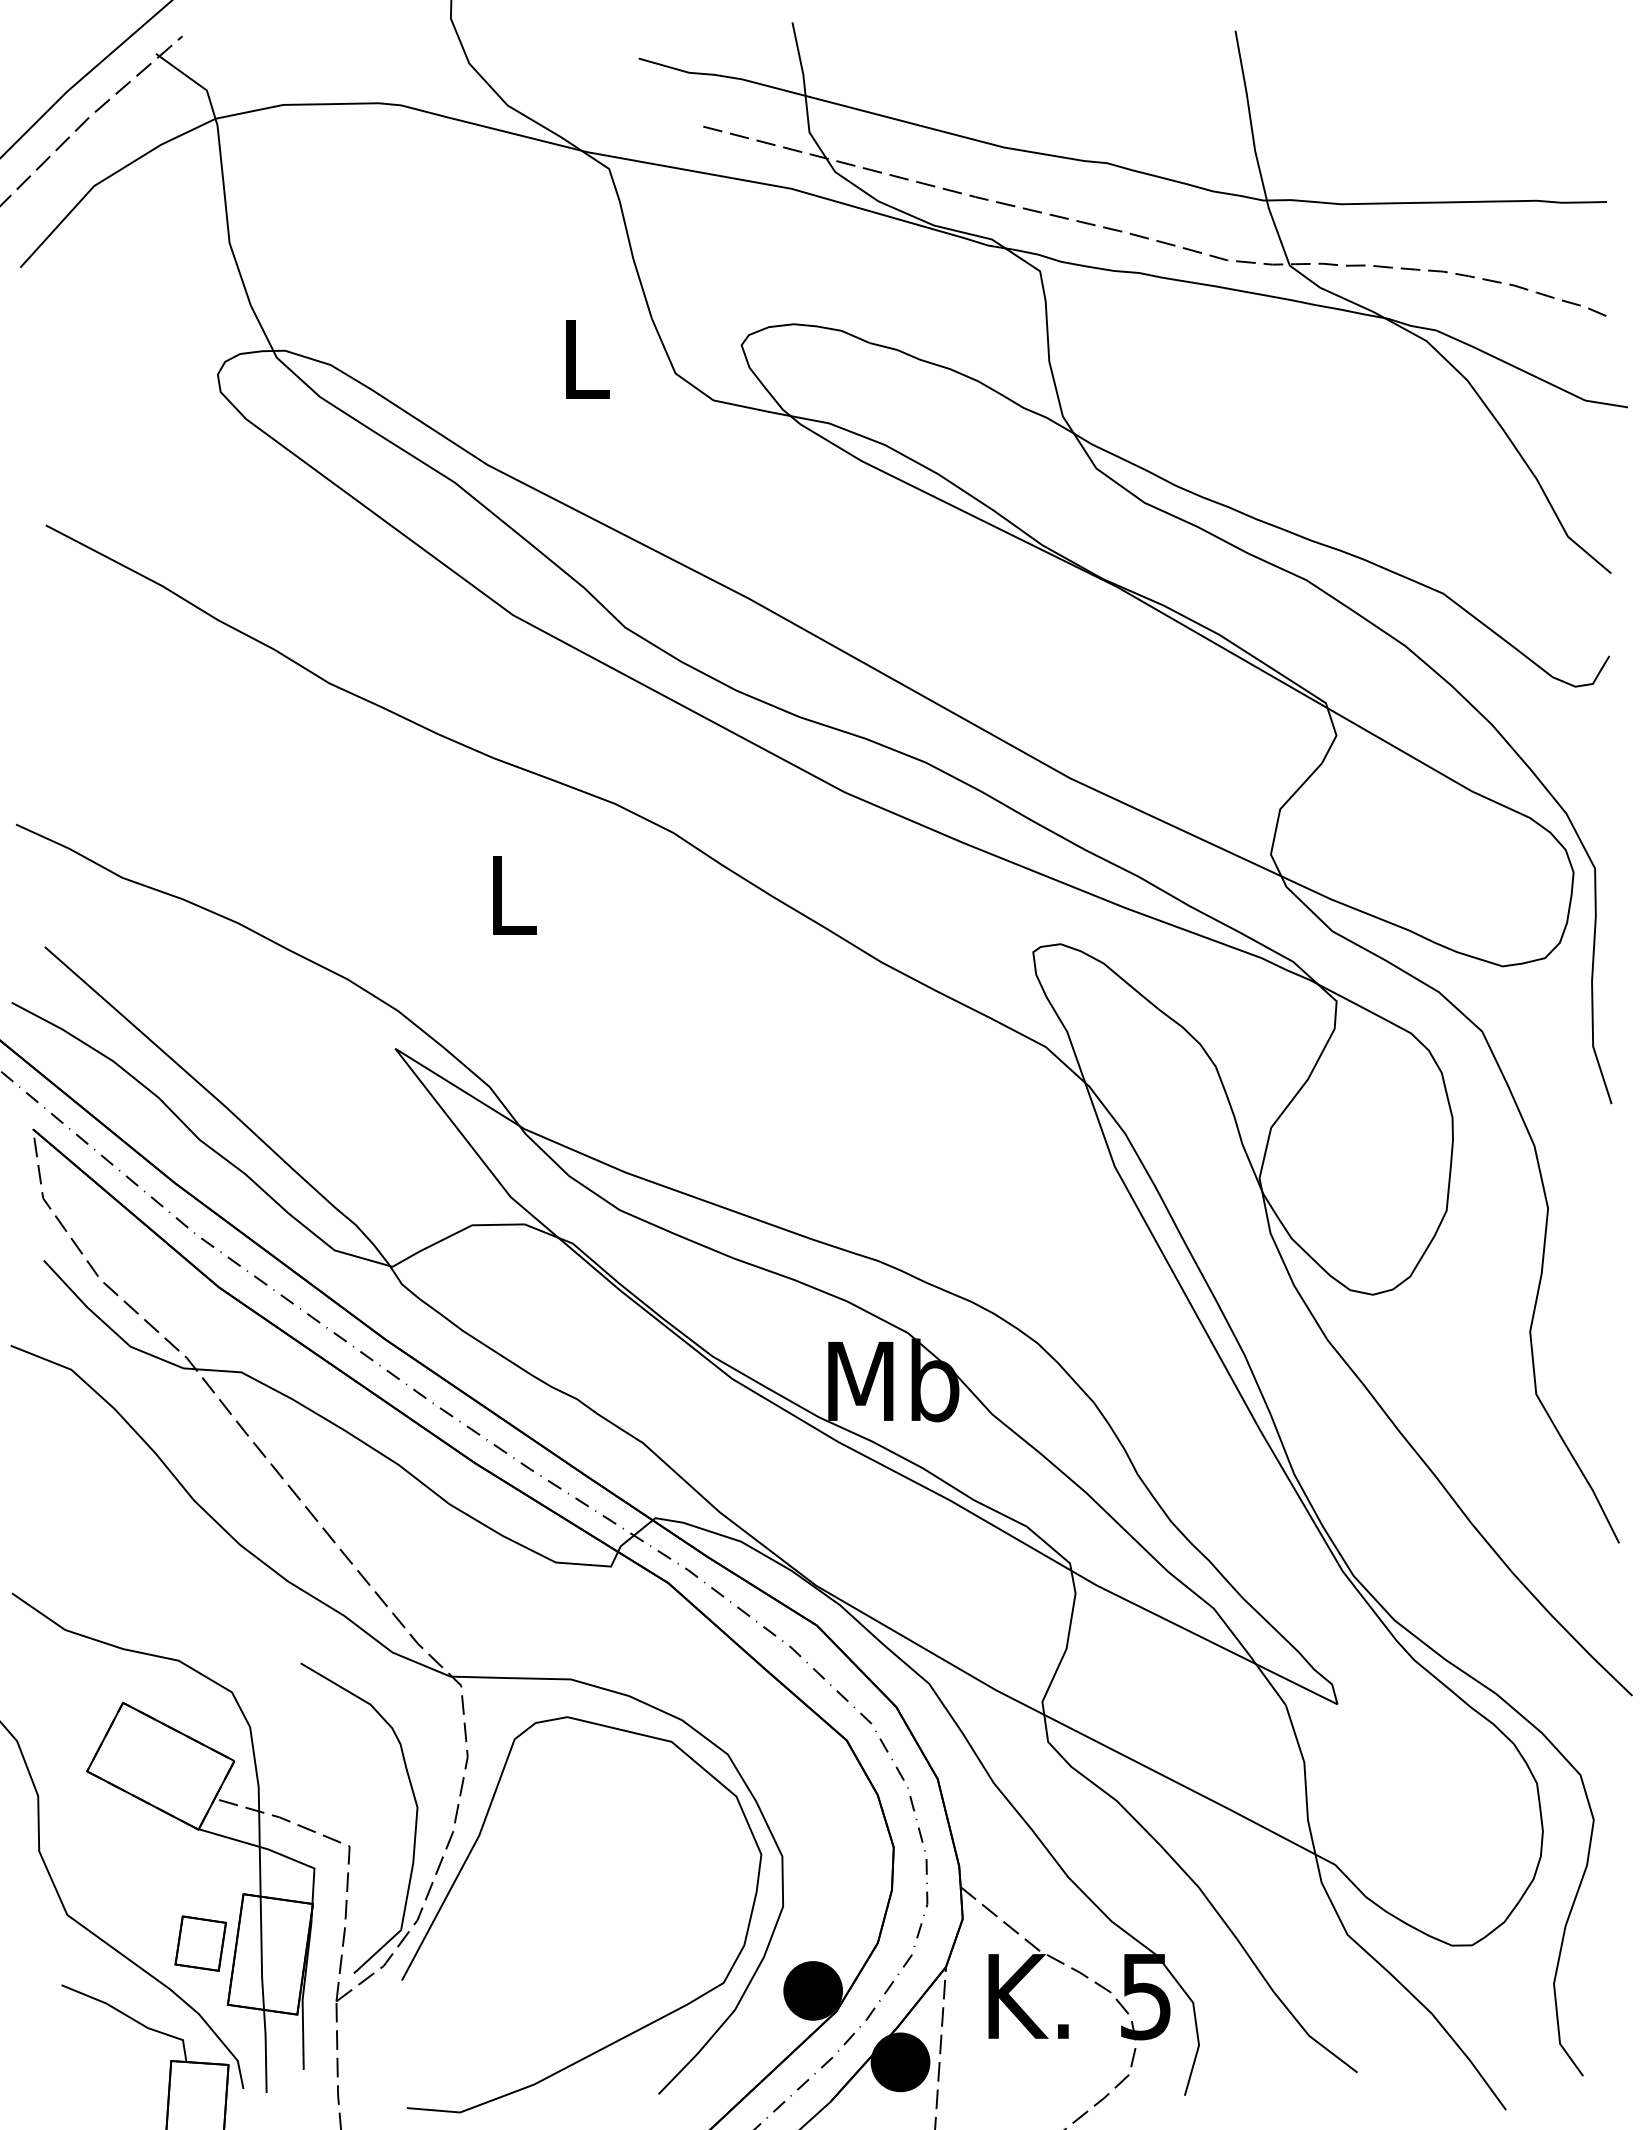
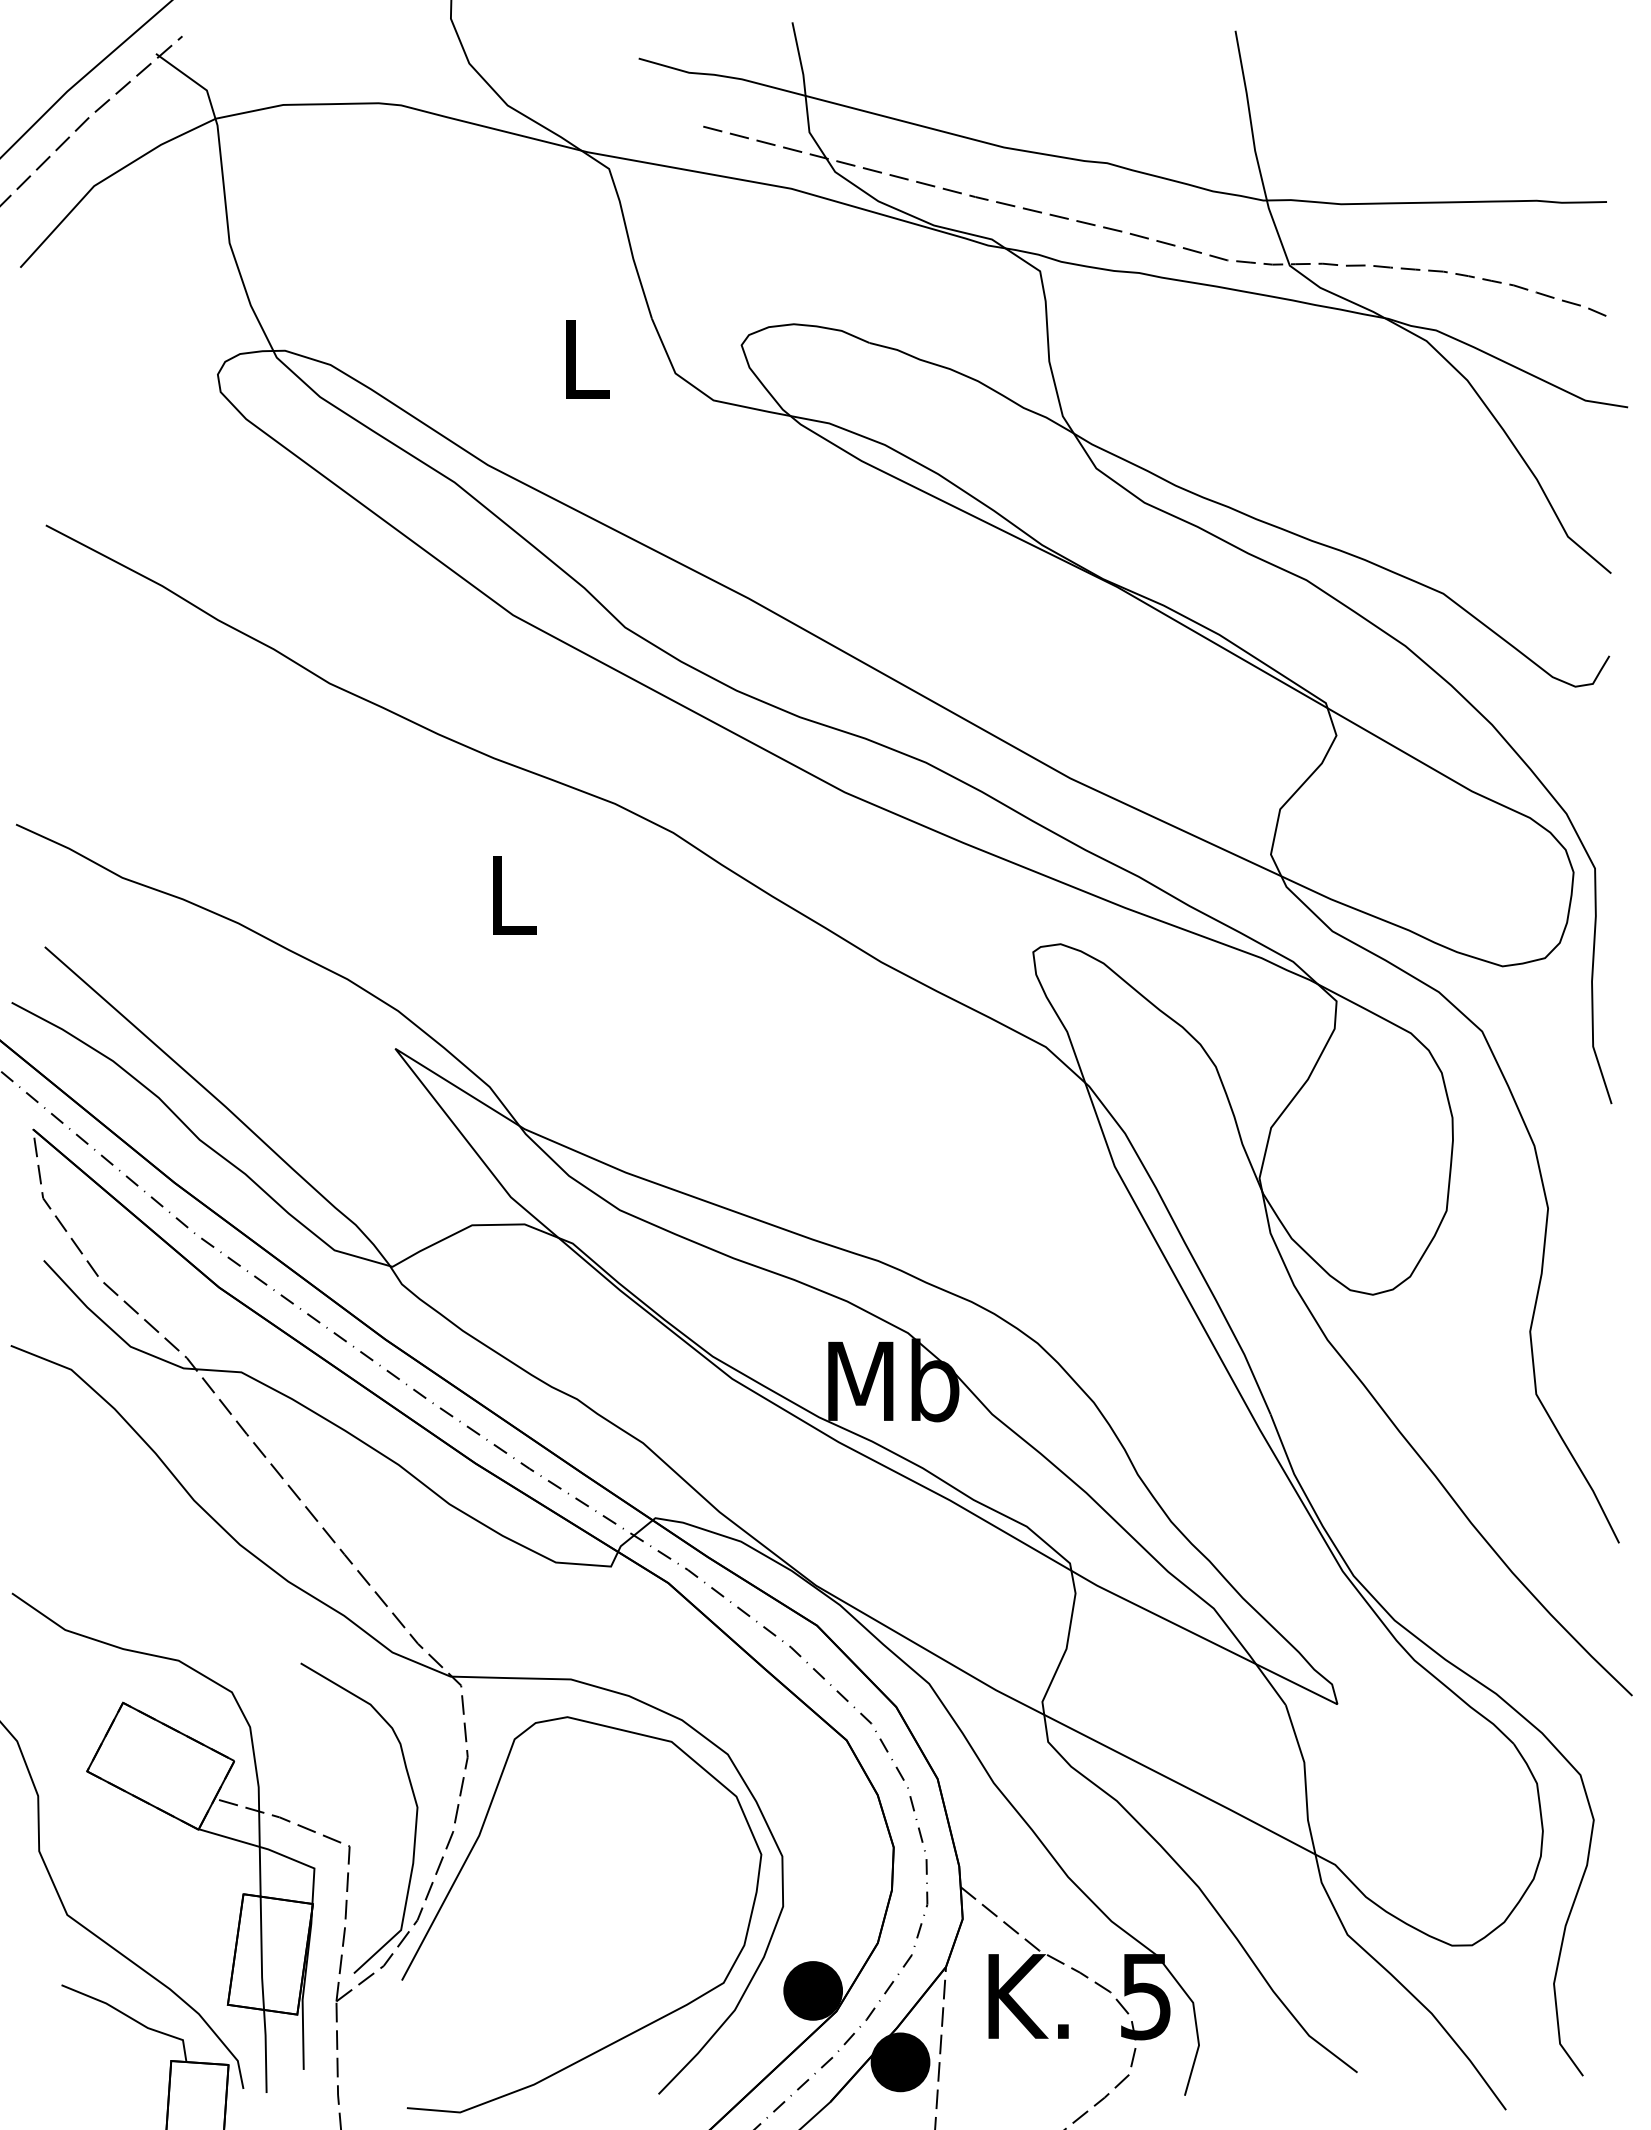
part at (200, 1943): present -> none
